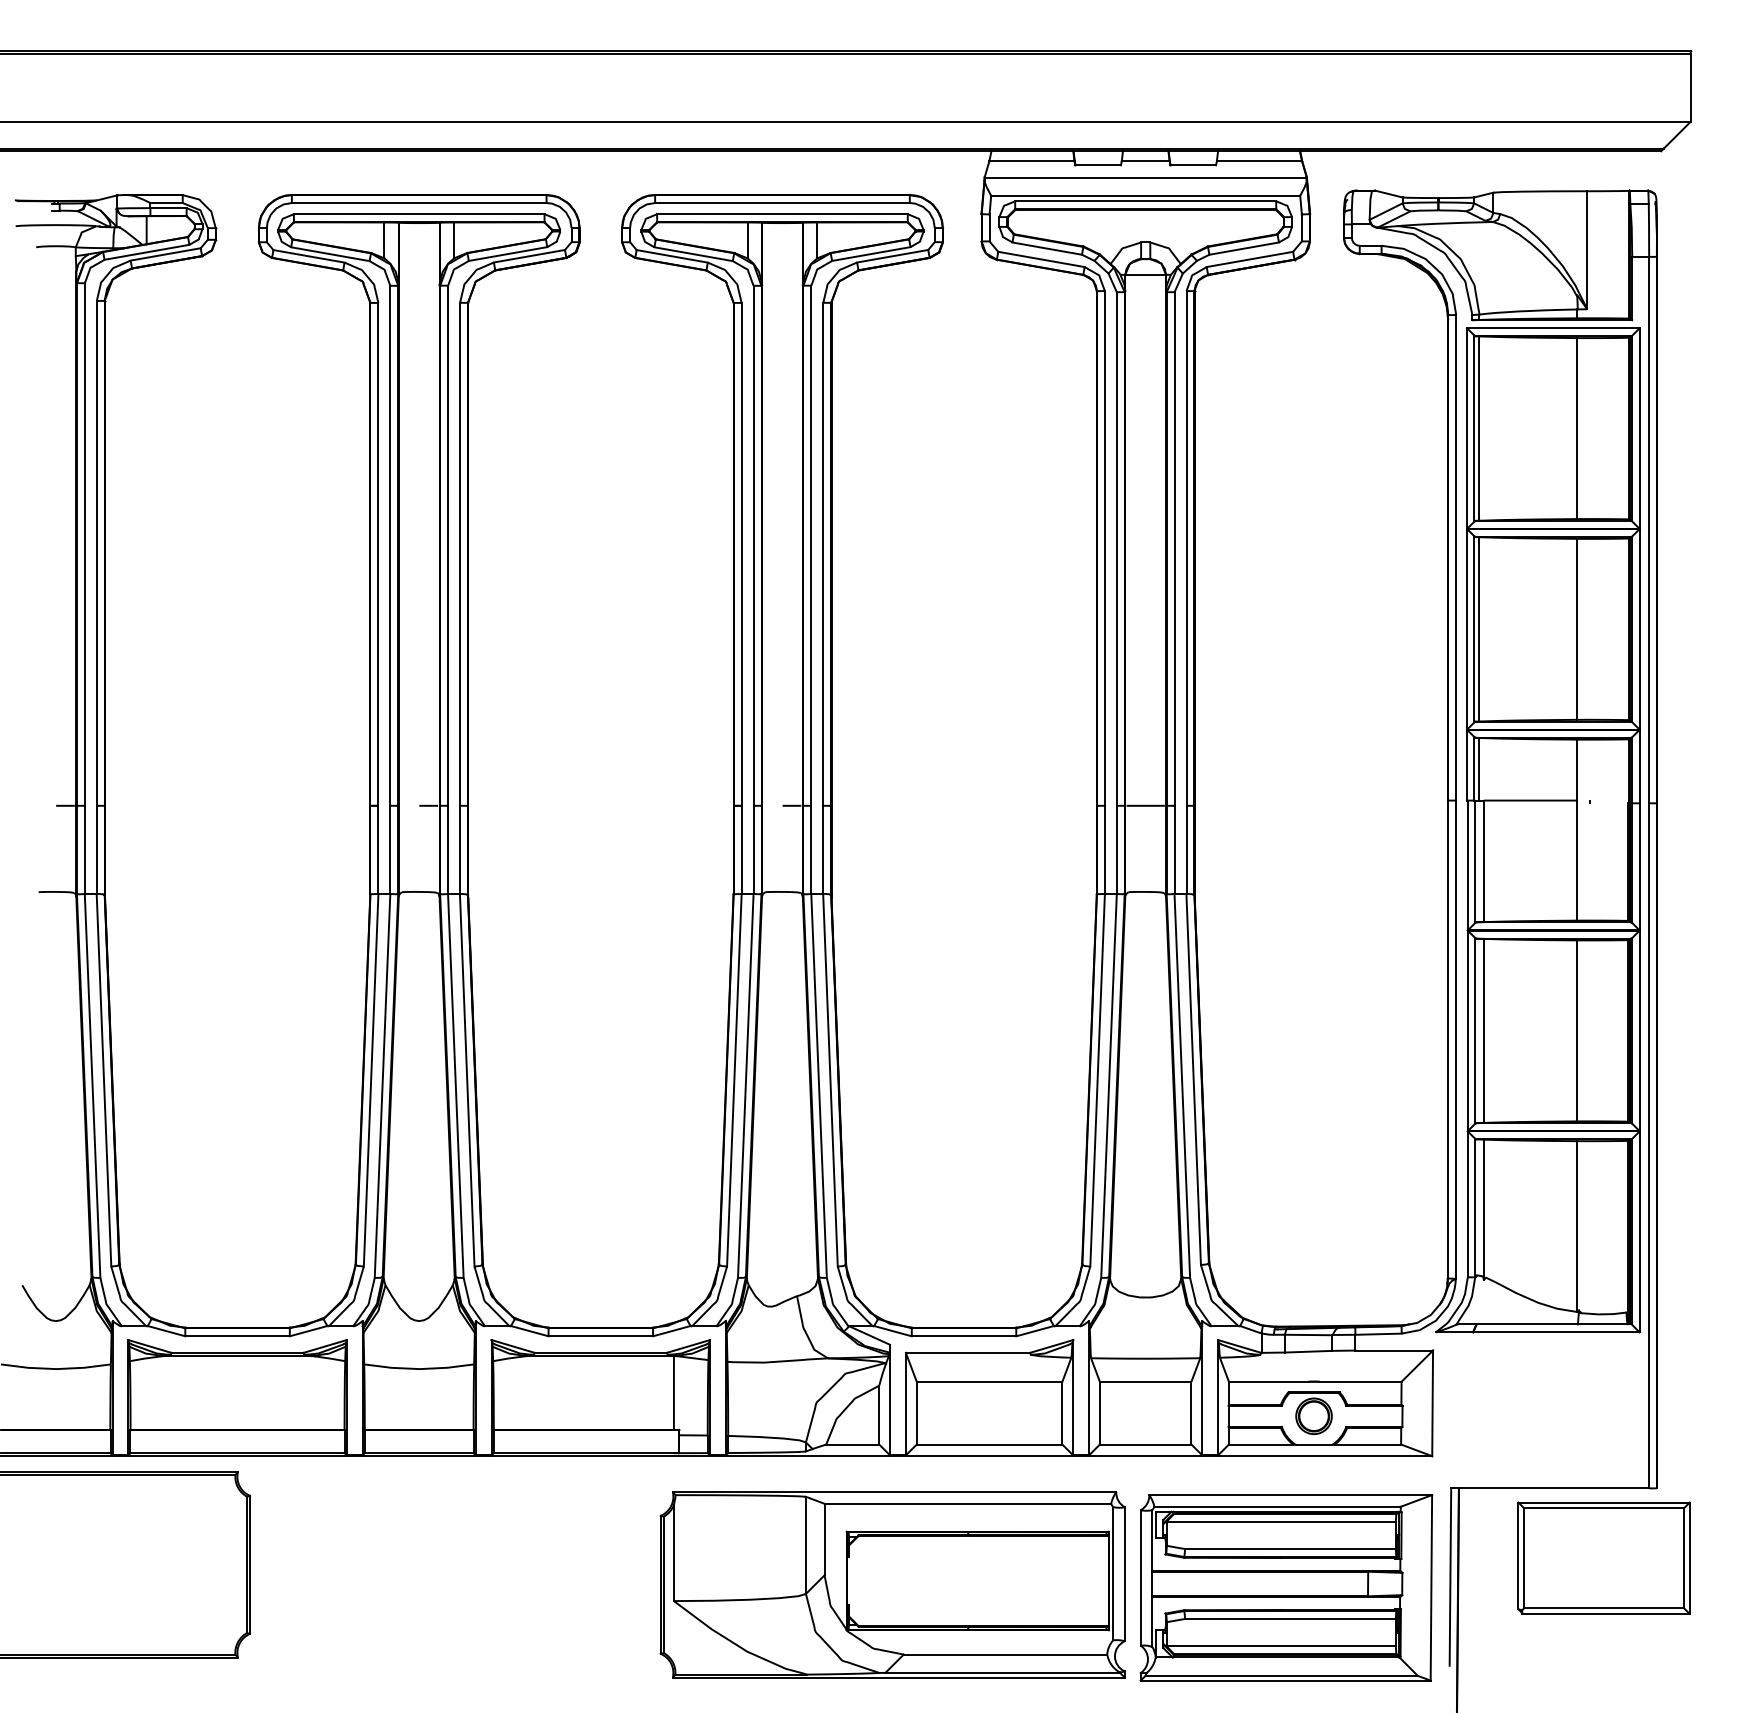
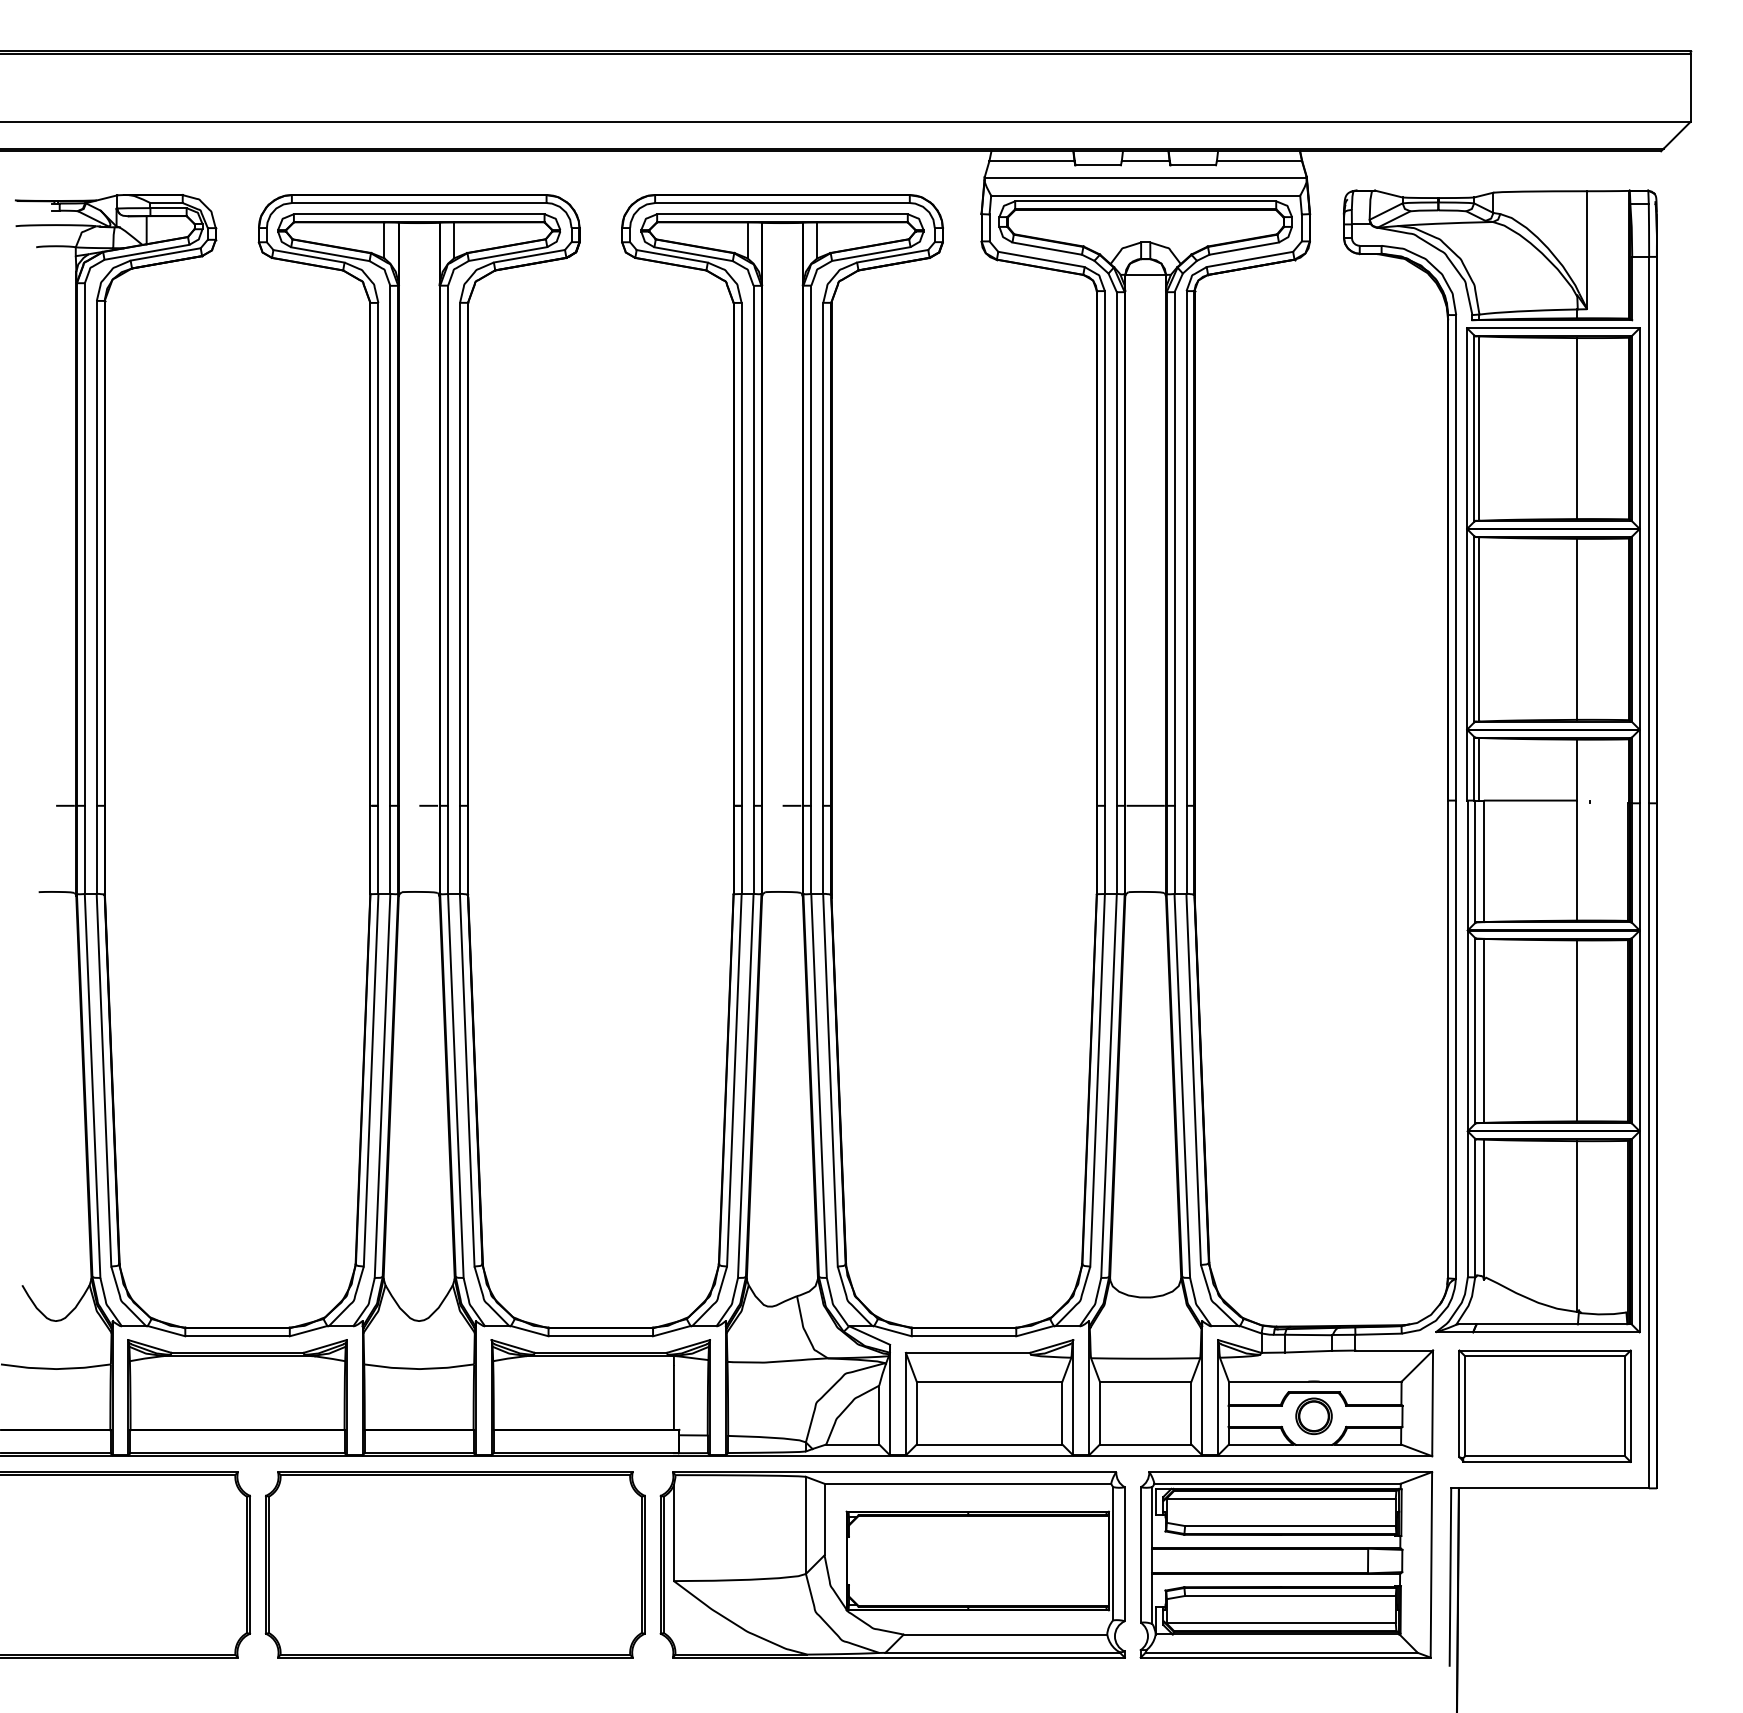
part at (1603, 1557) position: (1603, 1557) -> (1544, 1405)
part at (454, 1564): none -> present
part at (892, 1584) position: (892, 1584) -> (892, 1564)
part at (1286, 1587) position: (1286, 1587) -> (1286, 1564)
